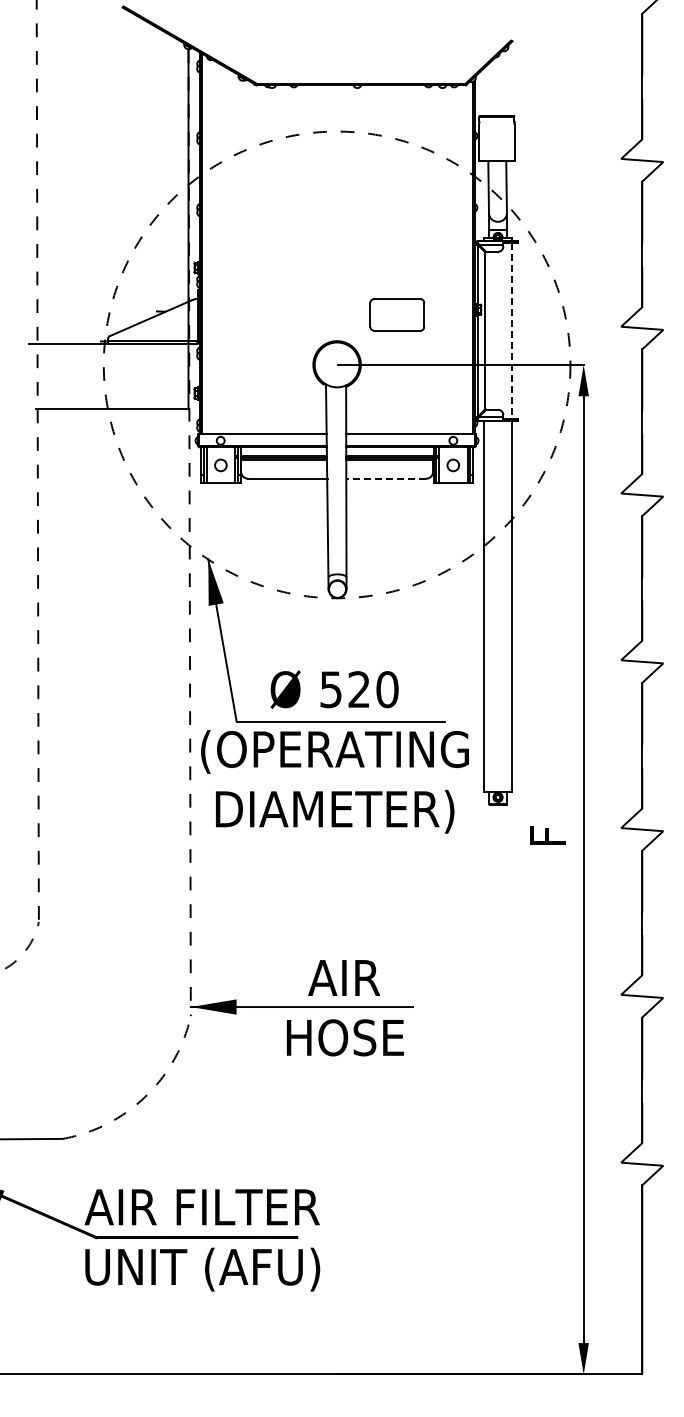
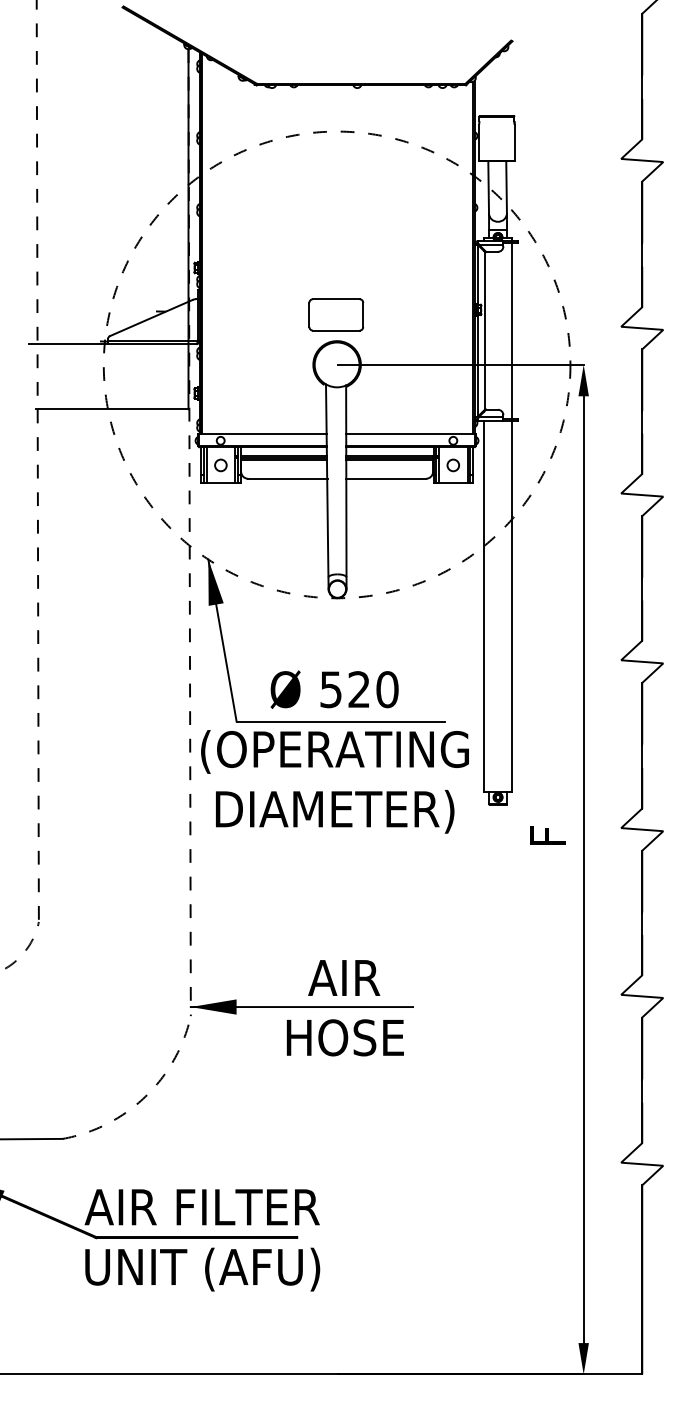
part at (397, 314) position: (397, 314) -> (336, 314)
line at (511, 330): dashed -> solid
line at (386, 478): dashed -> solid
